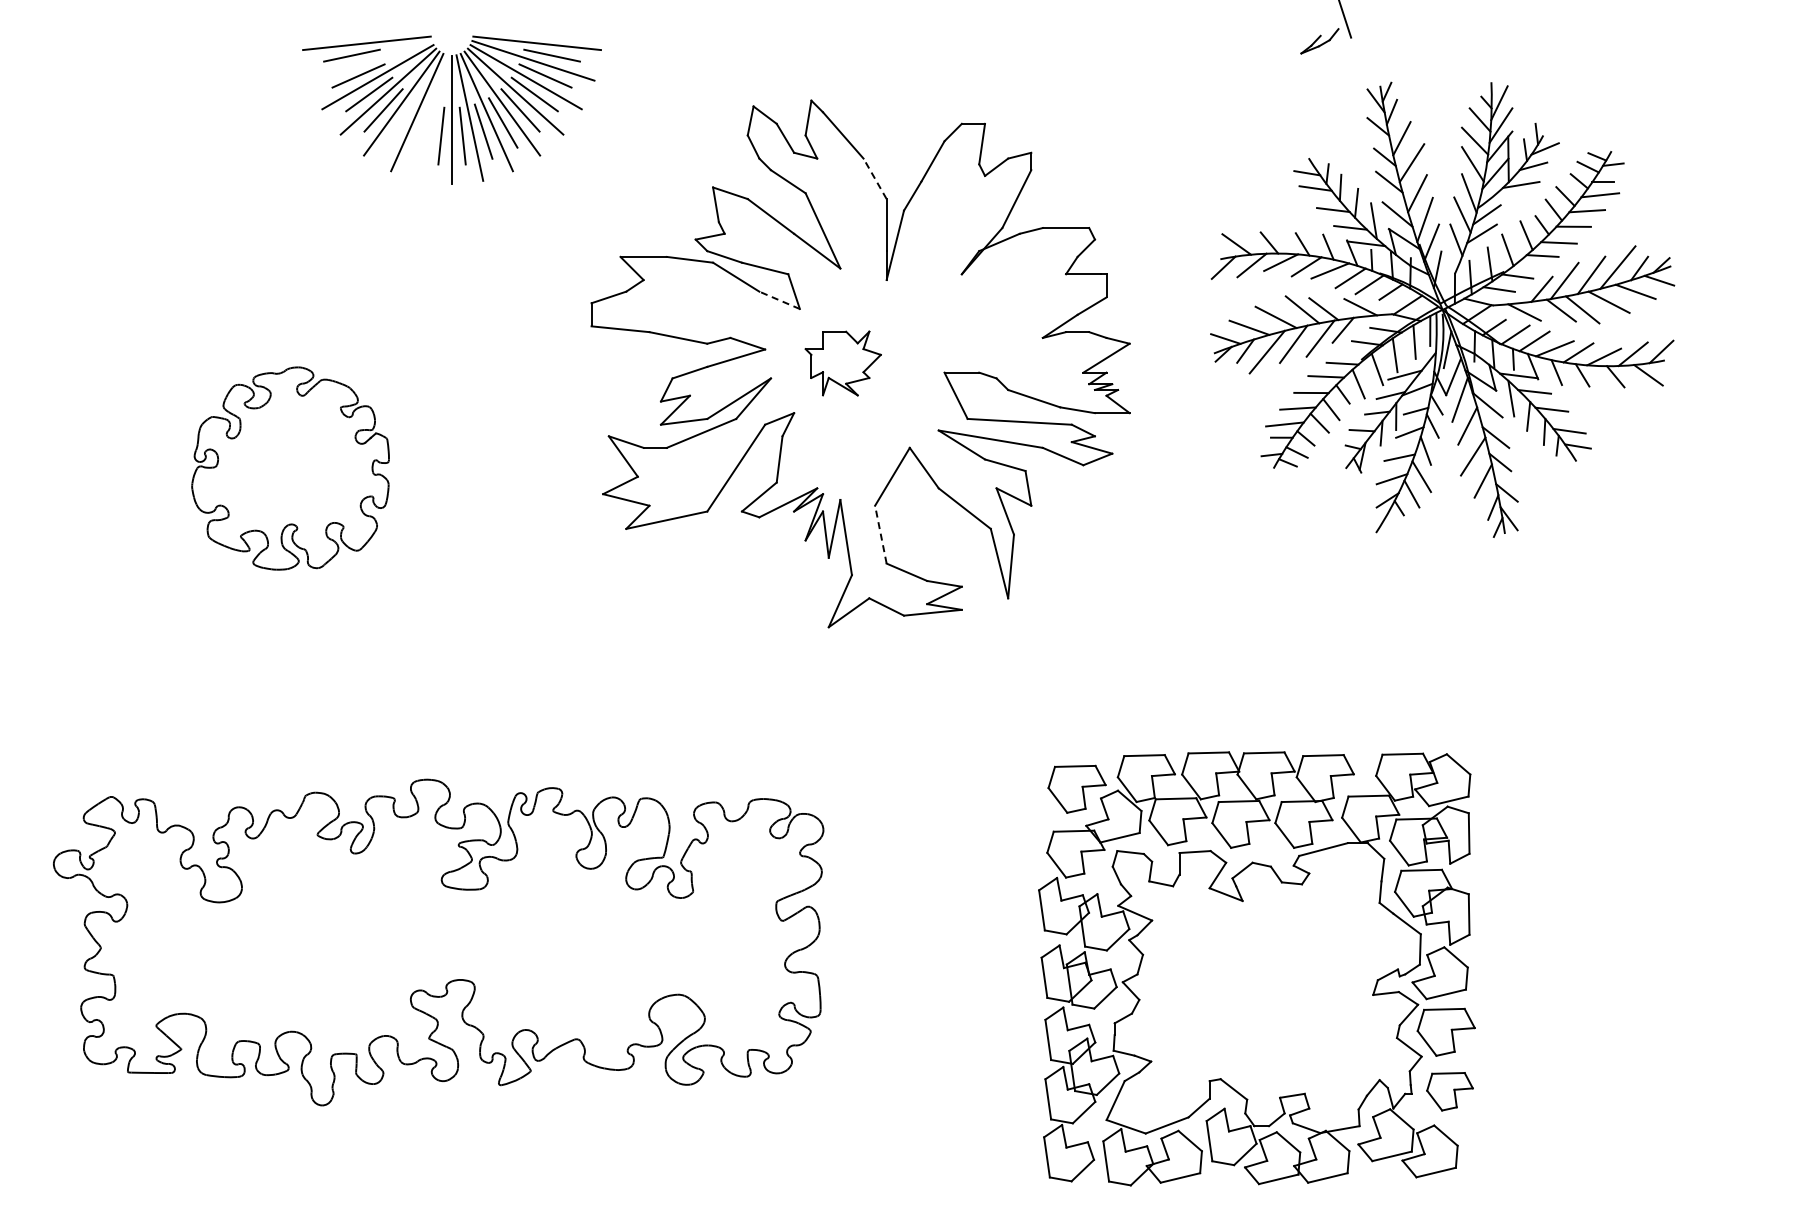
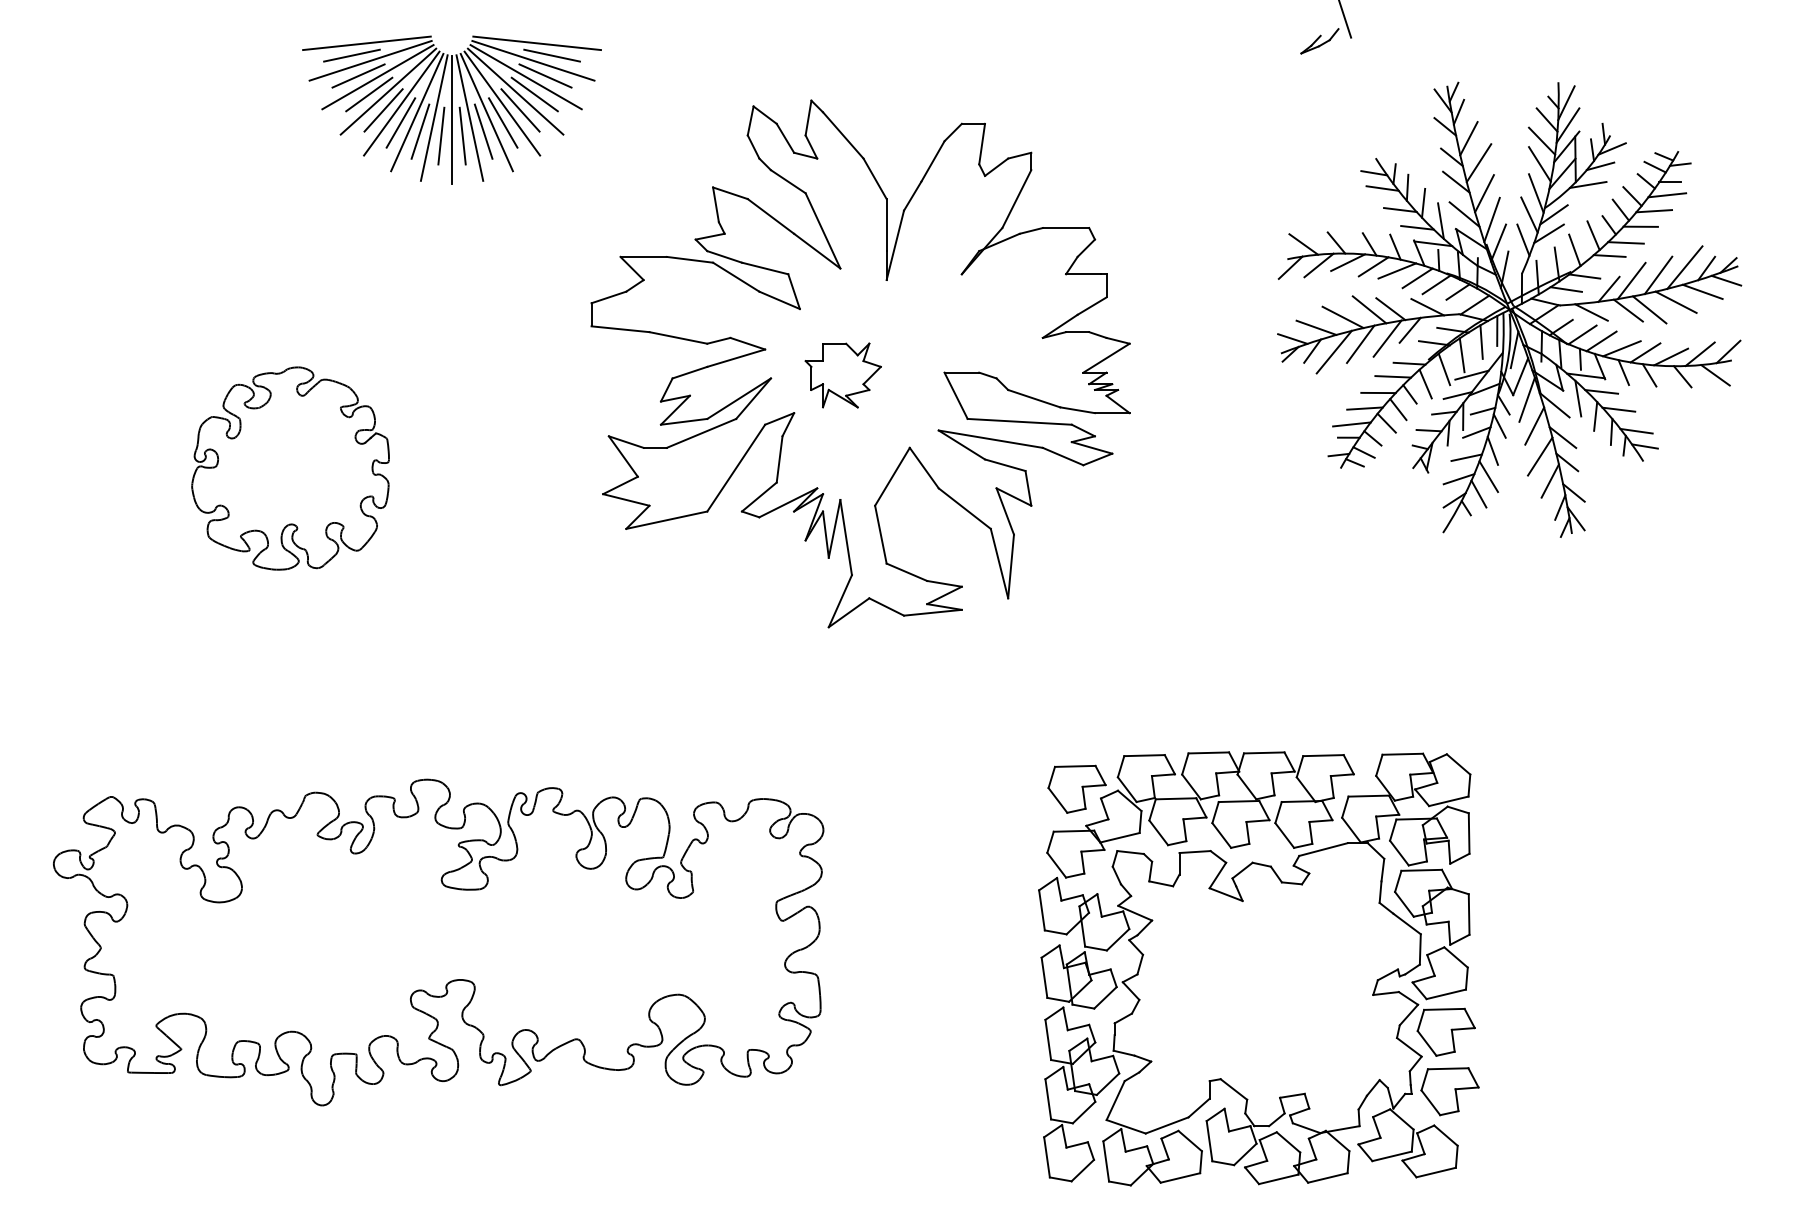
line at (370, 60): none -> present
line at (433, 117): none -> present
line at (400, 122): none -> present
line at (420, 131): none -> present
line at (874, 178): dashed -> solid
line at (779, 300): dashed -> solid
part at (1442, 309) position: (1442, 309) -> (1509, 309)
part at (842, 363) position: (842, 363) -> (842, 375)
line at (880, 534): dashed -> solid
part at (1449, 1091) size: 48x40 px -> 60x50 px
